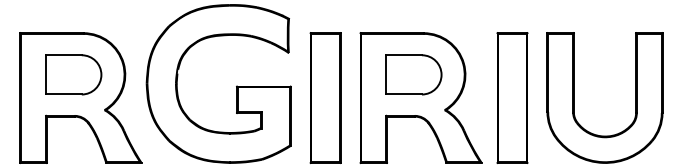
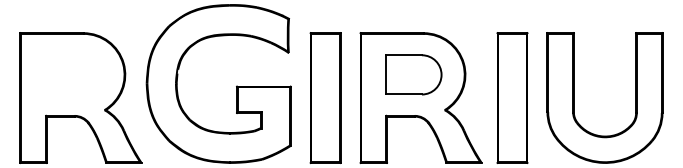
part at (73, 74): present -> none
